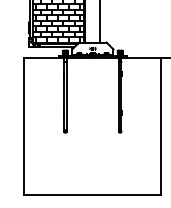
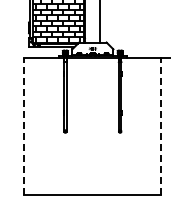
line at (24, 125): solid -> dashed
line at (161, 125): solid -> dashed
